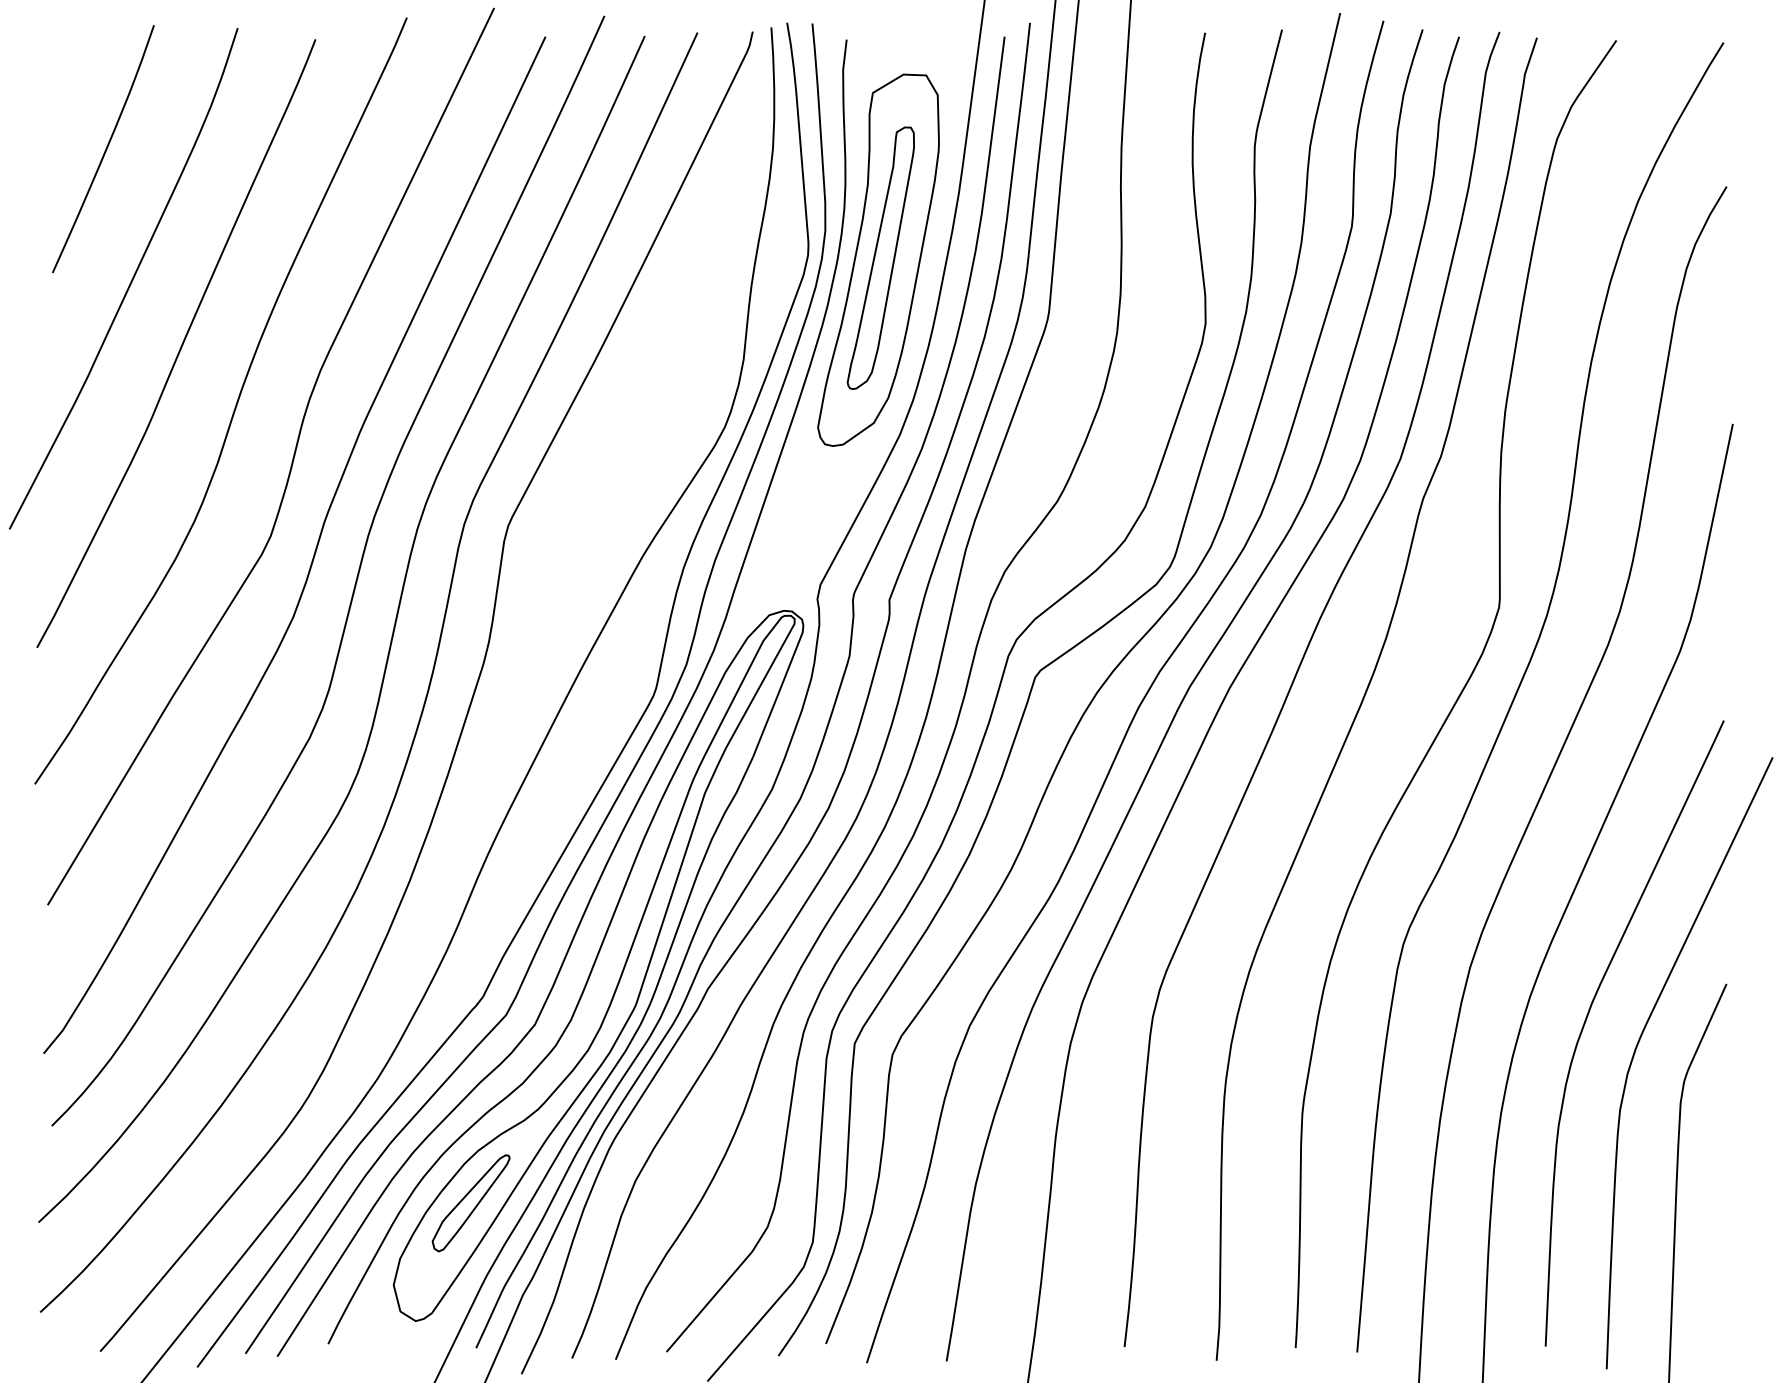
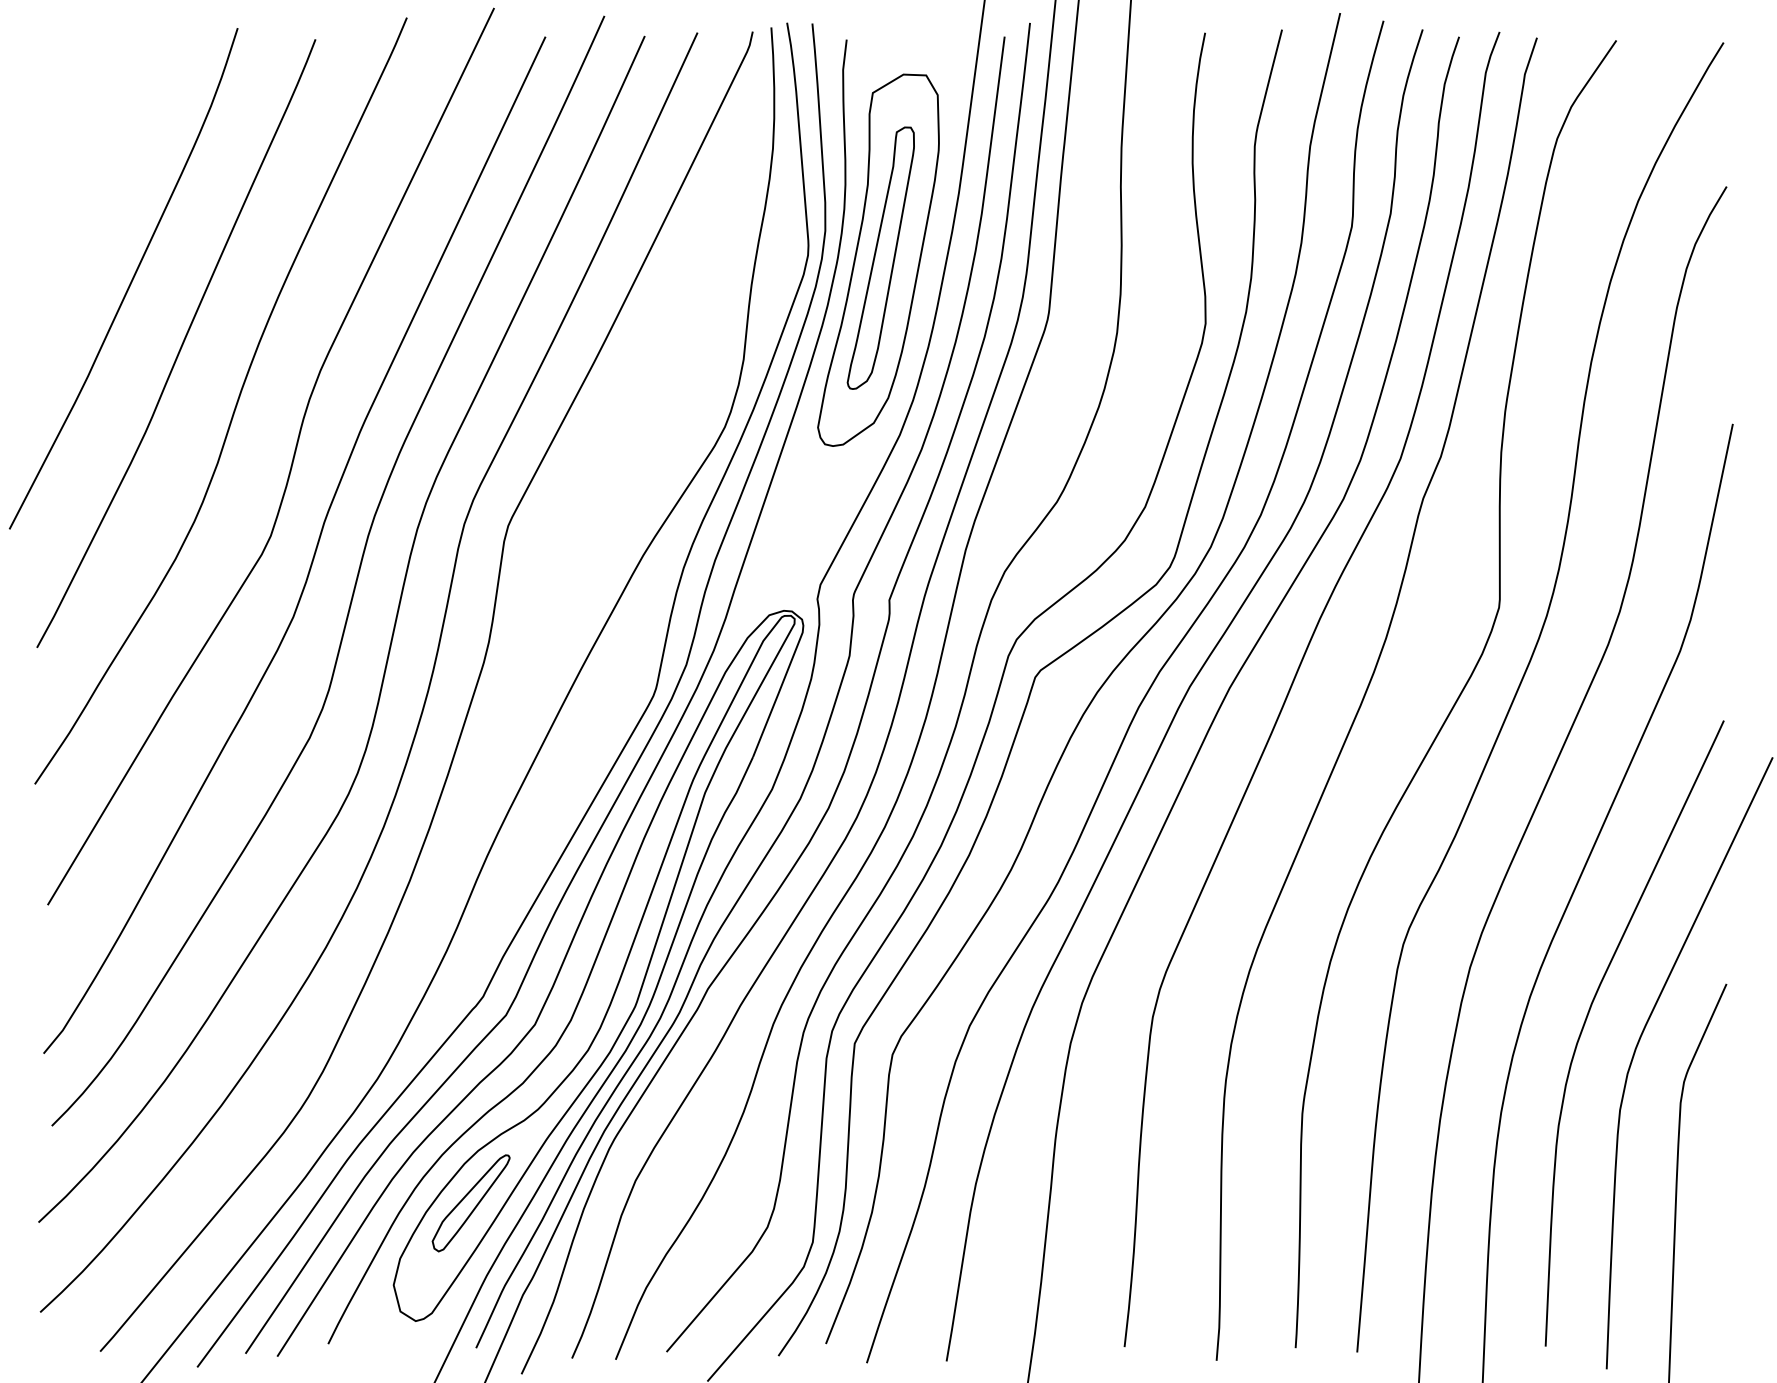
curve at (104, 150): present -> none
